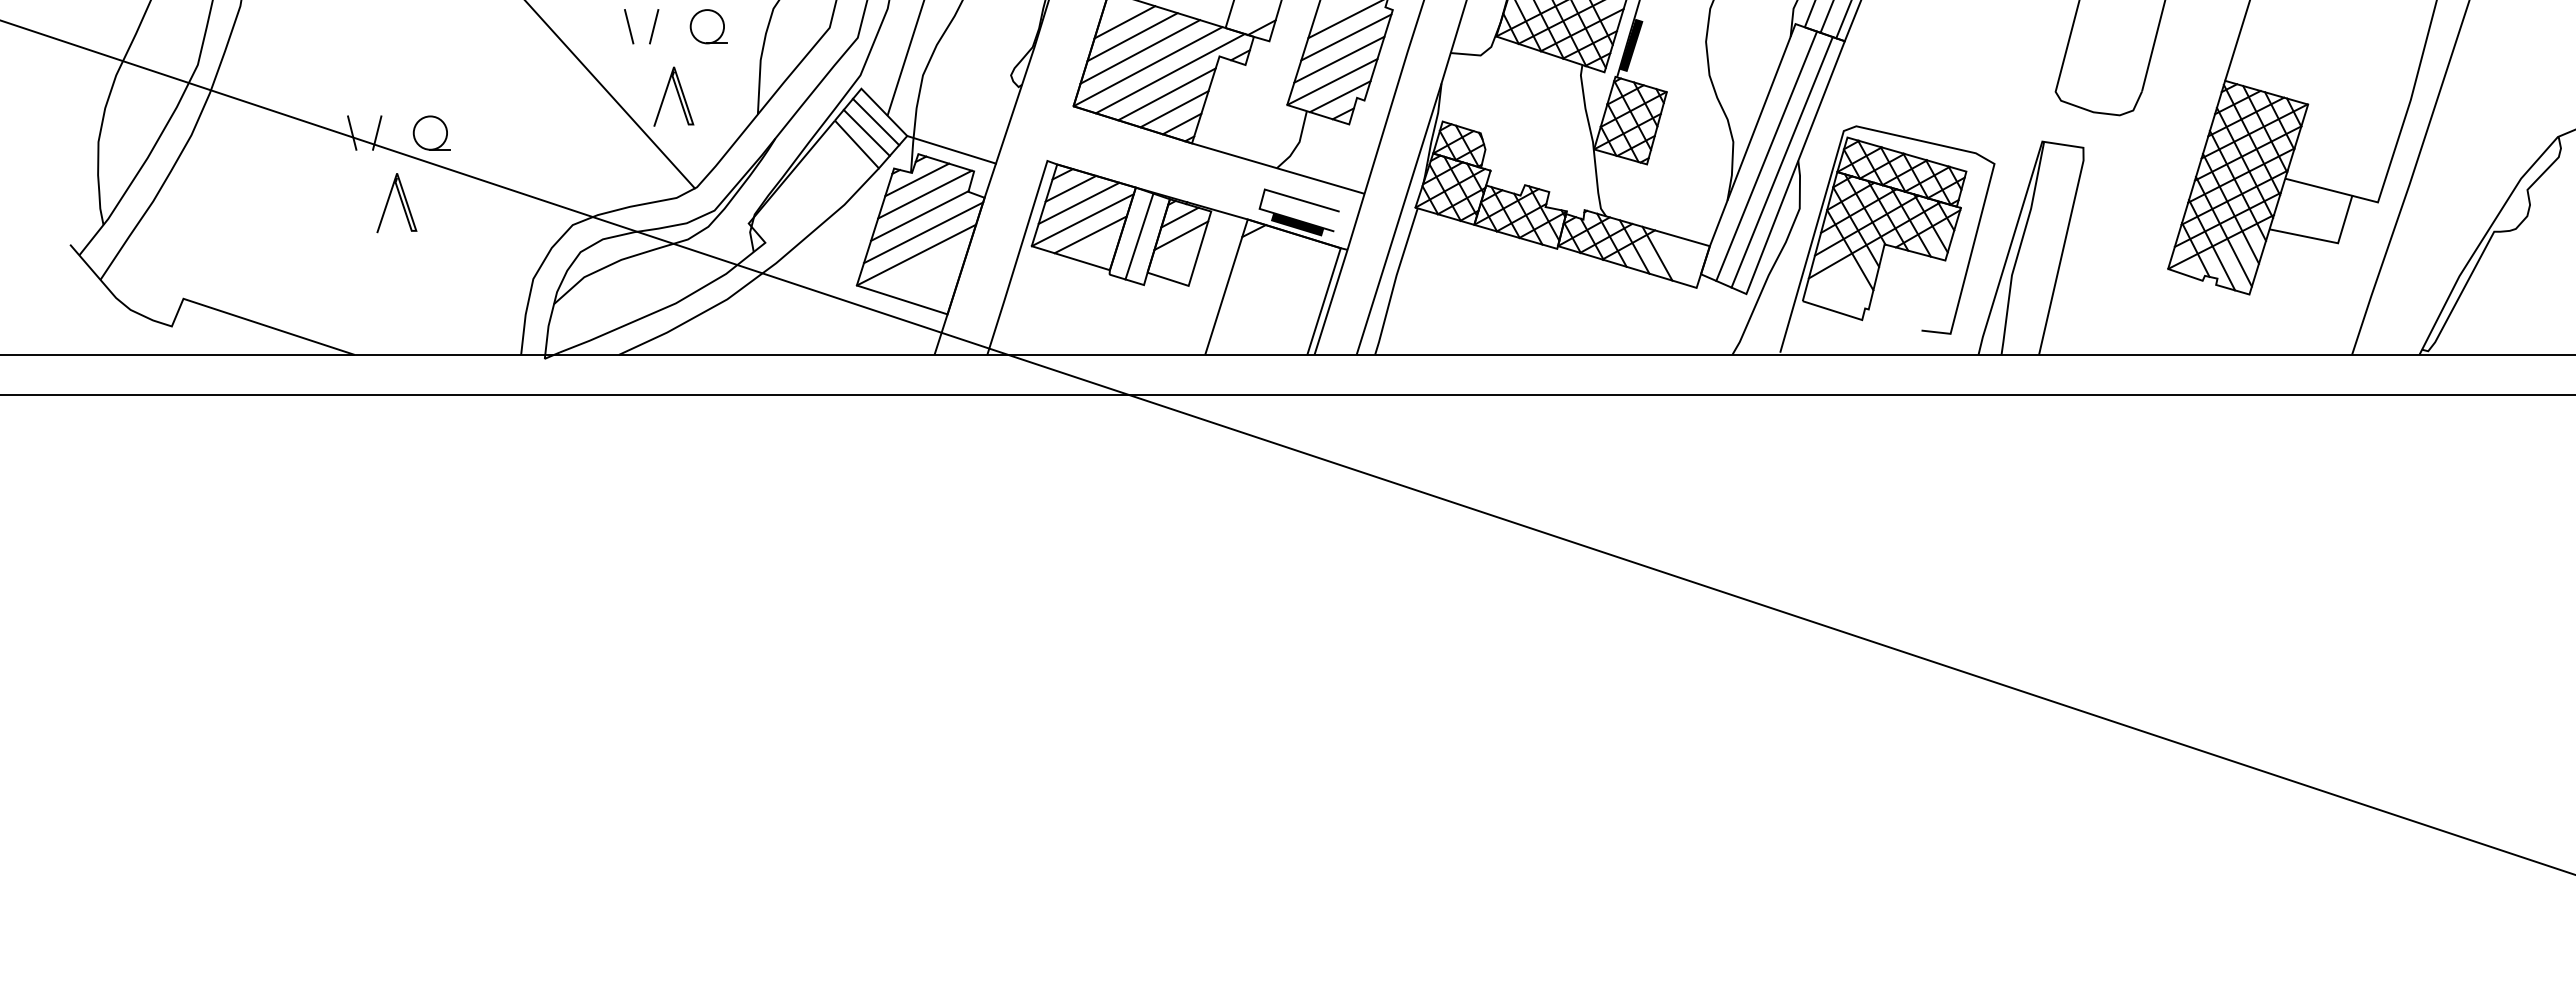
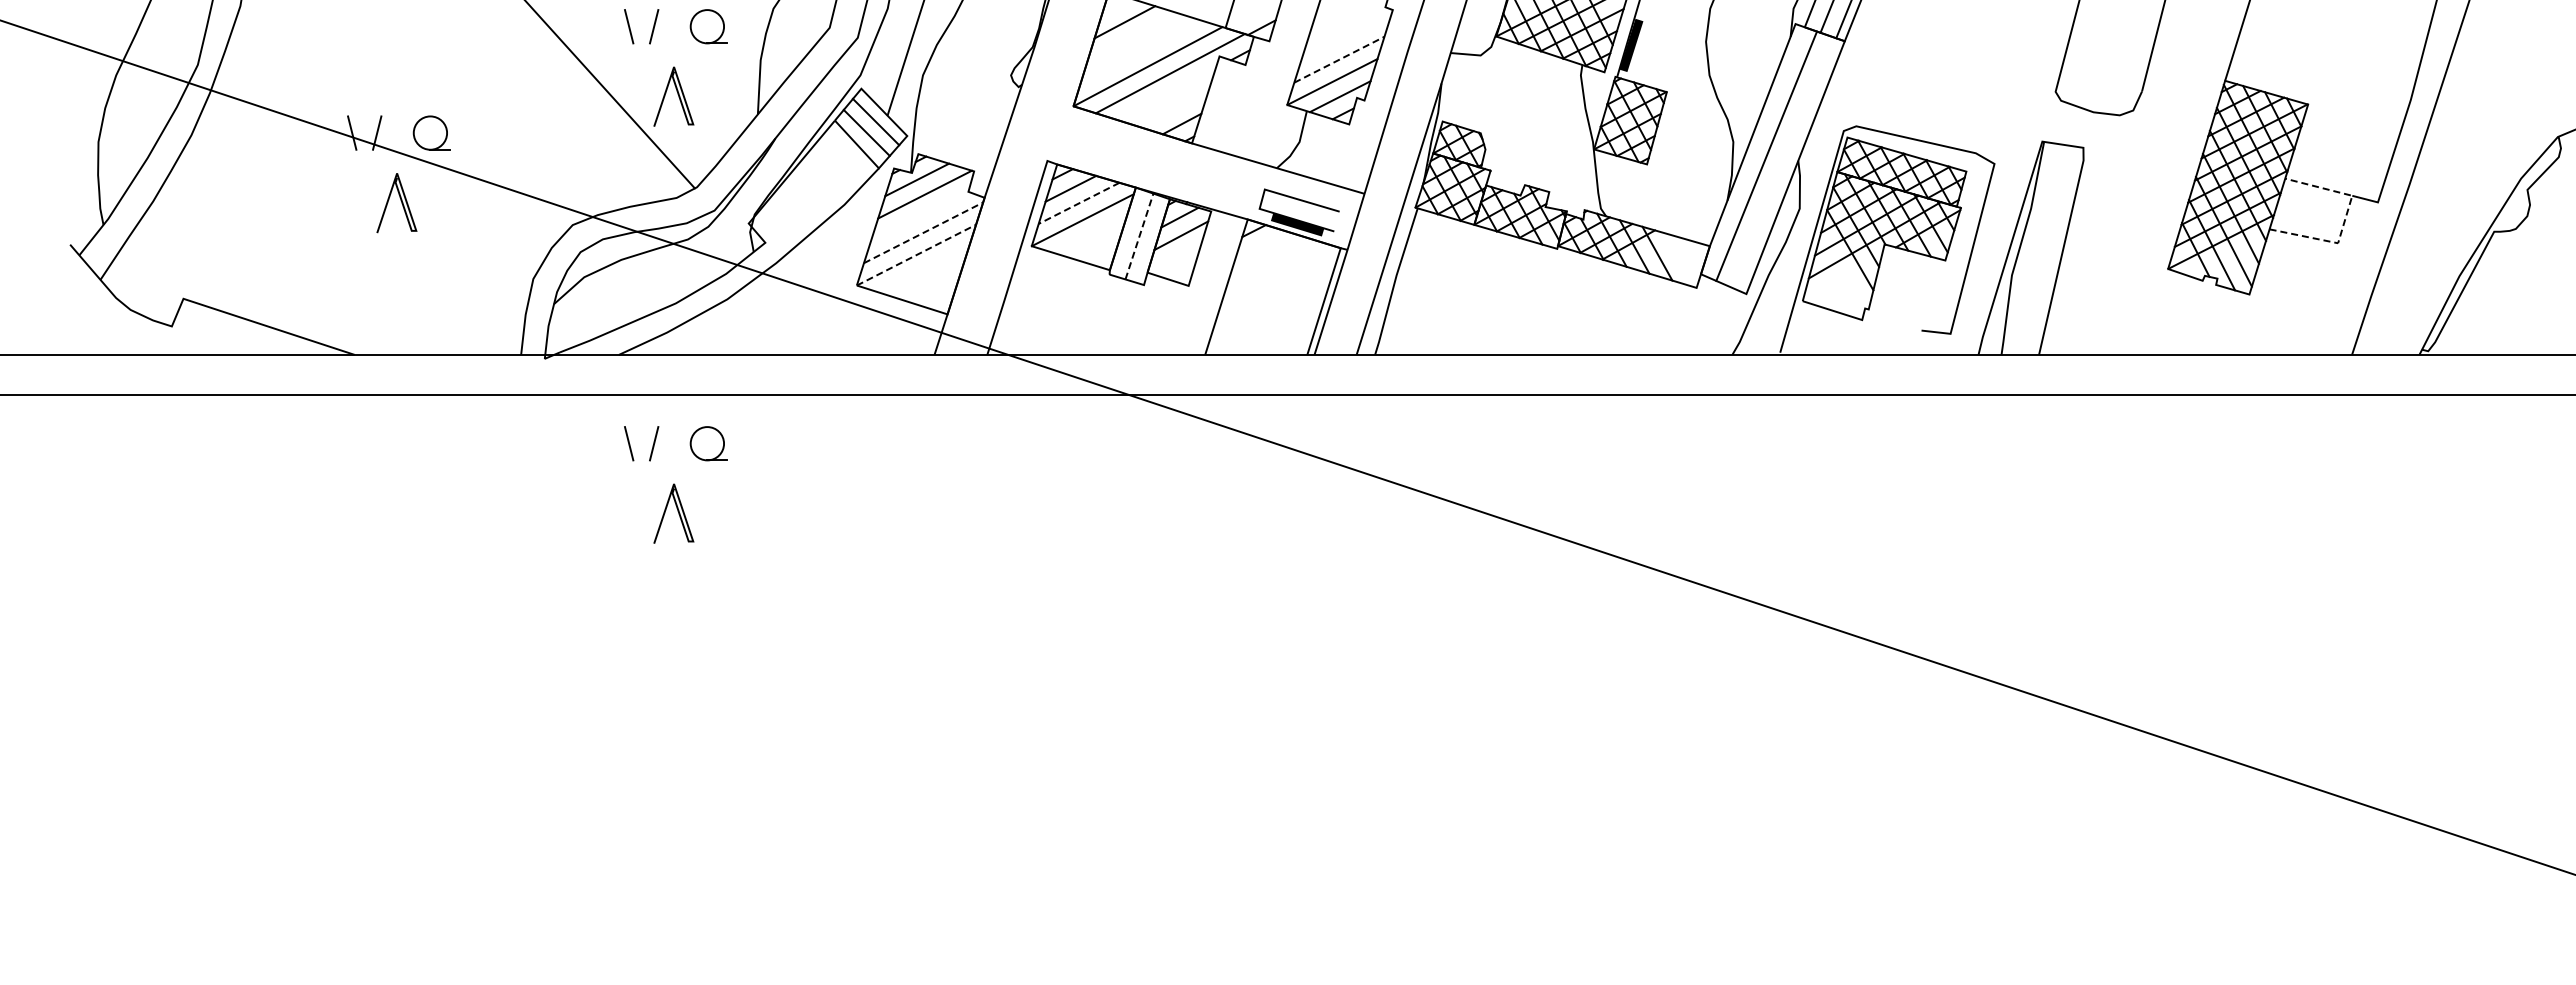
line at (1343, 20): present -> none
line at (1132, 37): present -> none
line at (1346, 37): present -> none
line at (1140, 51): present -> none
line at (1339, 59): solid -> dashed
line at (1166, 94): present -> none
line at (1174, 109): present -> none
line at (951, 149): present -> none
line at (1781, 162): present -> none
line at (1078, 203): solid -> dashed
line at (919, 215): present -> none
line at (2345, 219): solid -> dashed
line at (923, 232): solid -> dashed
line at (1090, 234): present -> none
line at (1139, 236): solid -> dashed
line at (916, 255): solid -> dashed
part at (675, 484): none -> present
